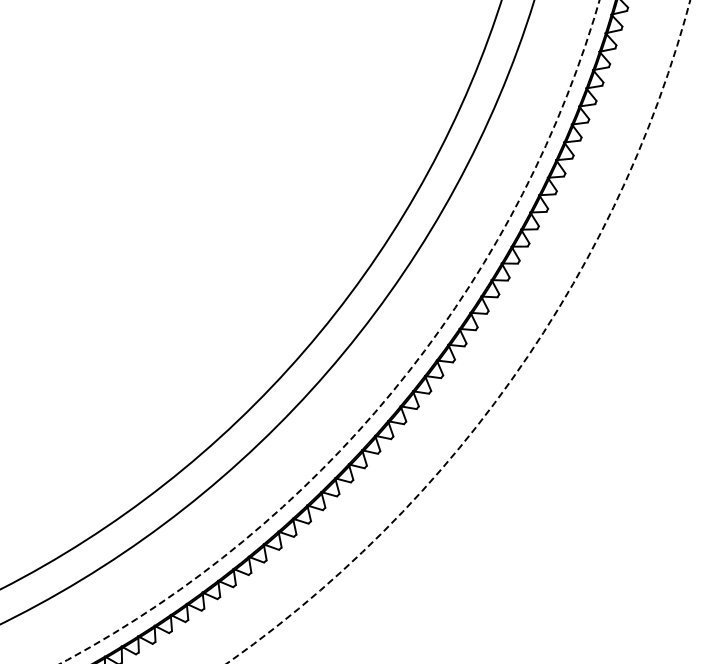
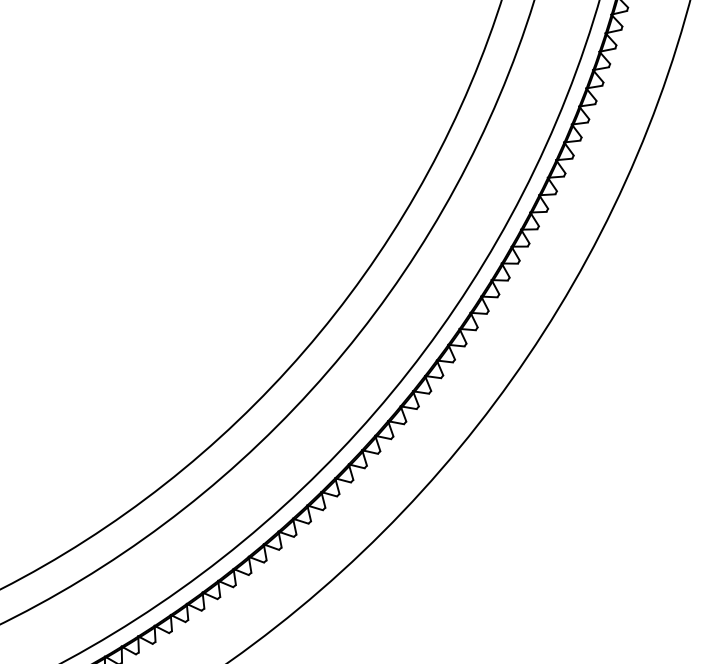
circle at (329, 331): dashed -> solid
circle at (458, 331): dashed -> solid
